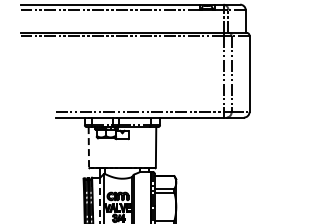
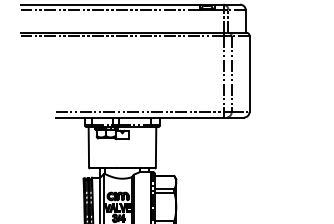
line at (88, 147): dashed -> solid
line at (99, 200): dashed -> solid
